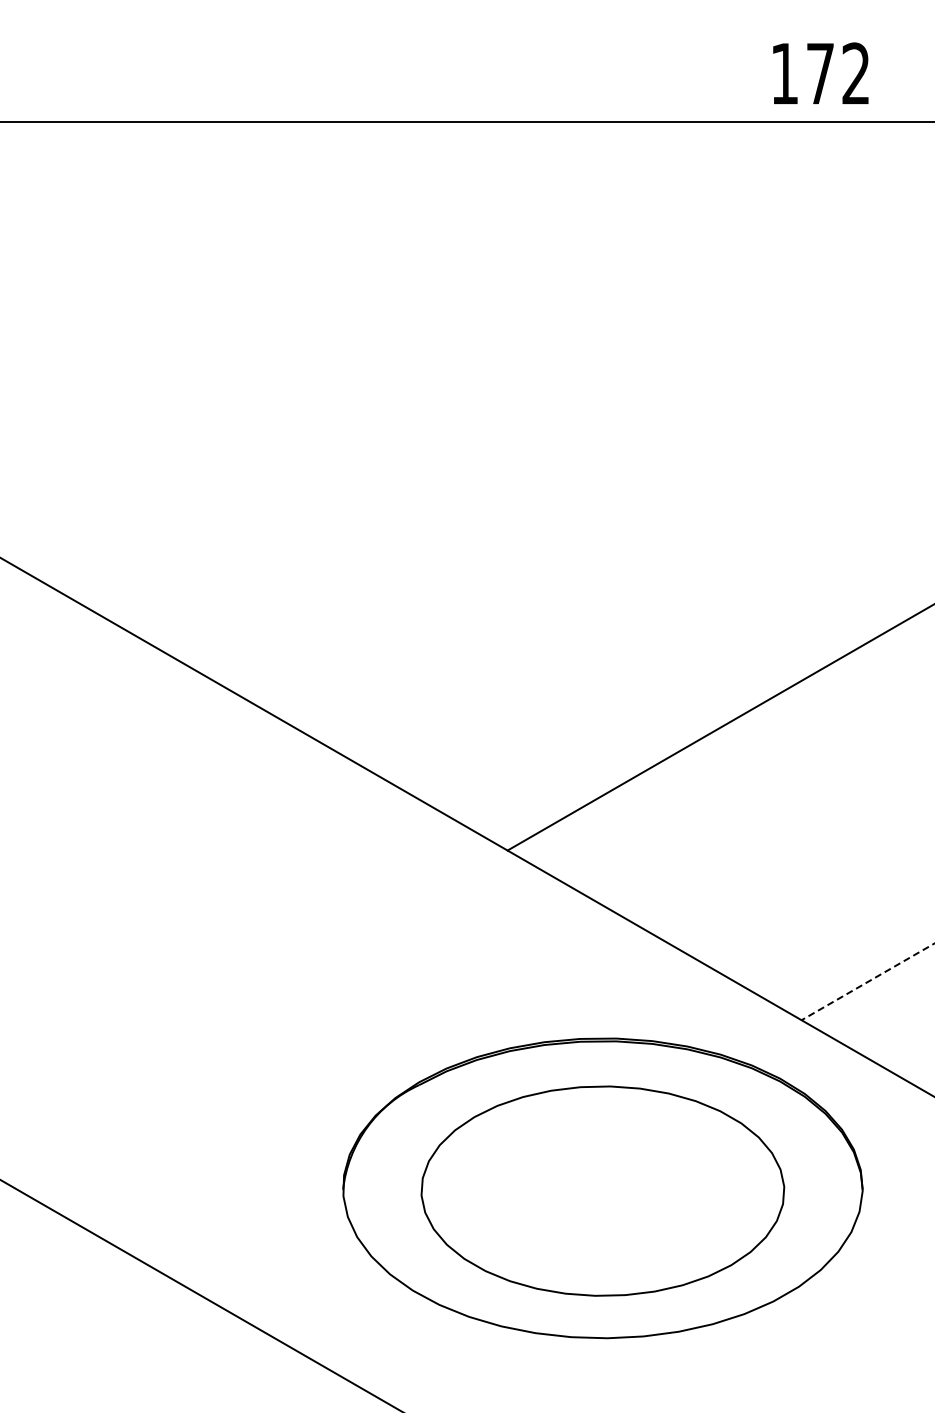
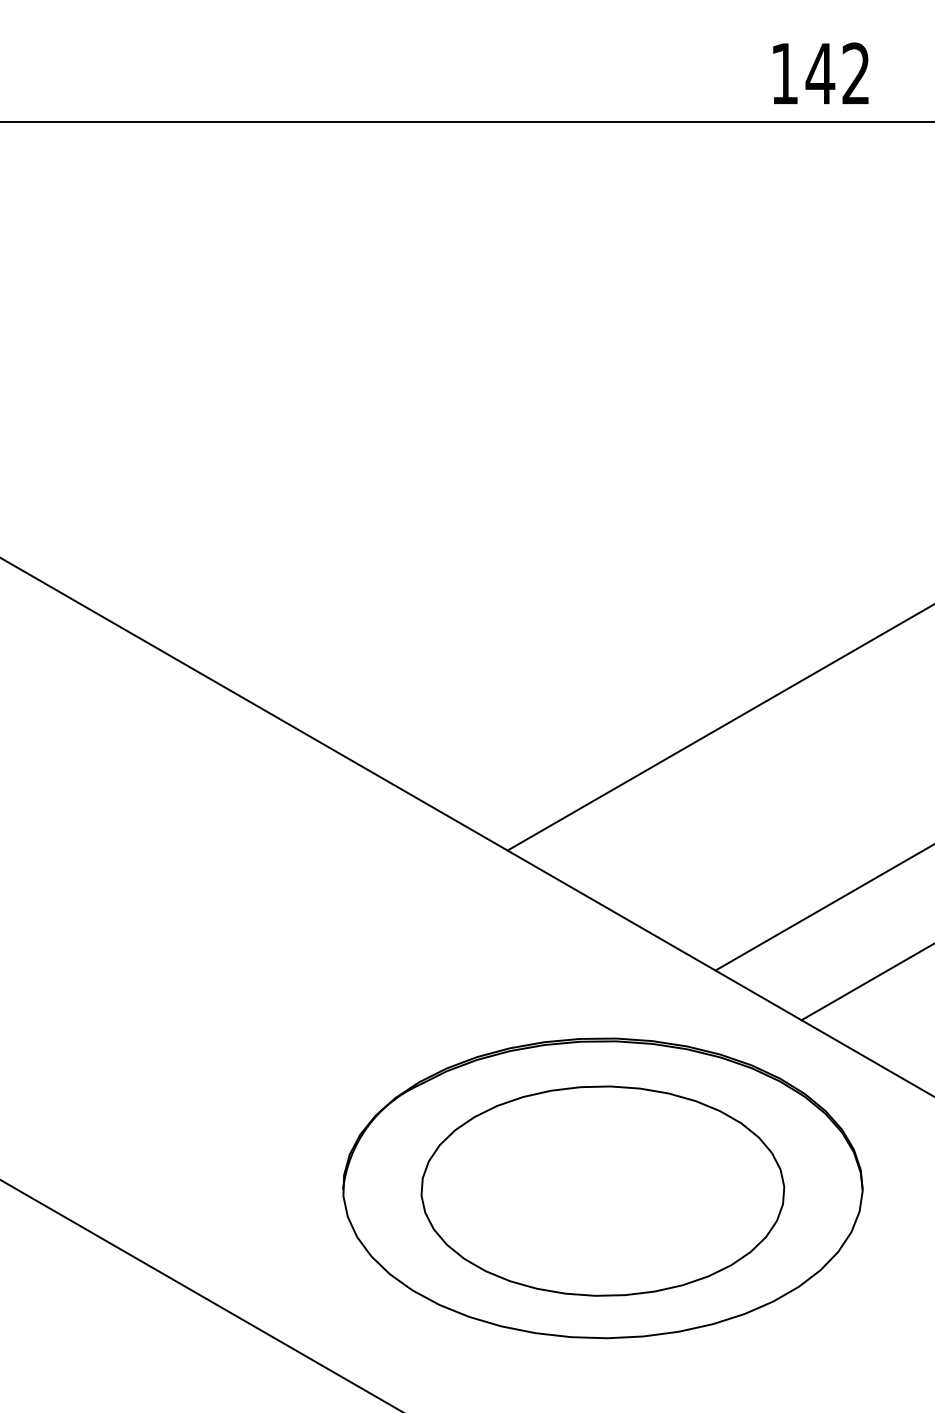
text at (820, 73): 172 -> 142
line at (823, 907): none -> present
line at (868, 981): dashed -> solid
